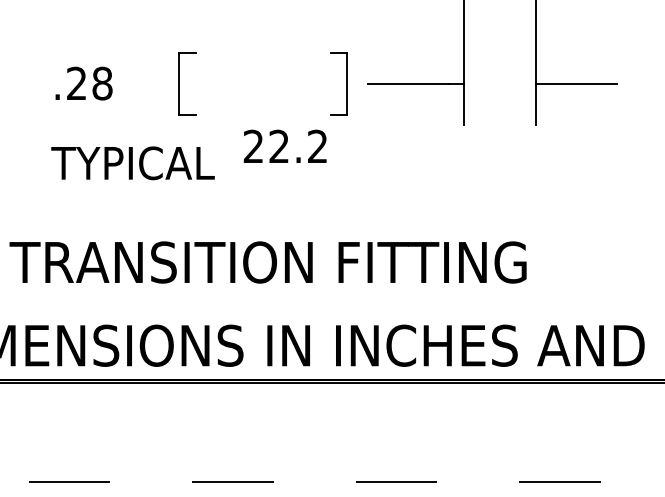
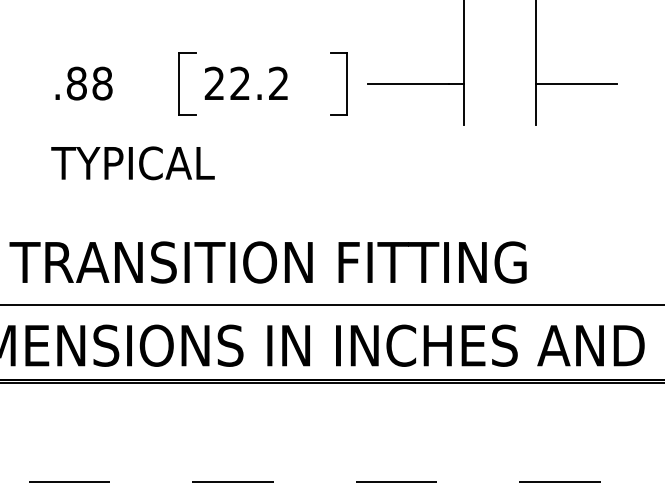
text at (76, 83): .28 -> .88
text at (284, 145) position: (284, 145) -> (245, 82)
line at (331, 305): none -> present
